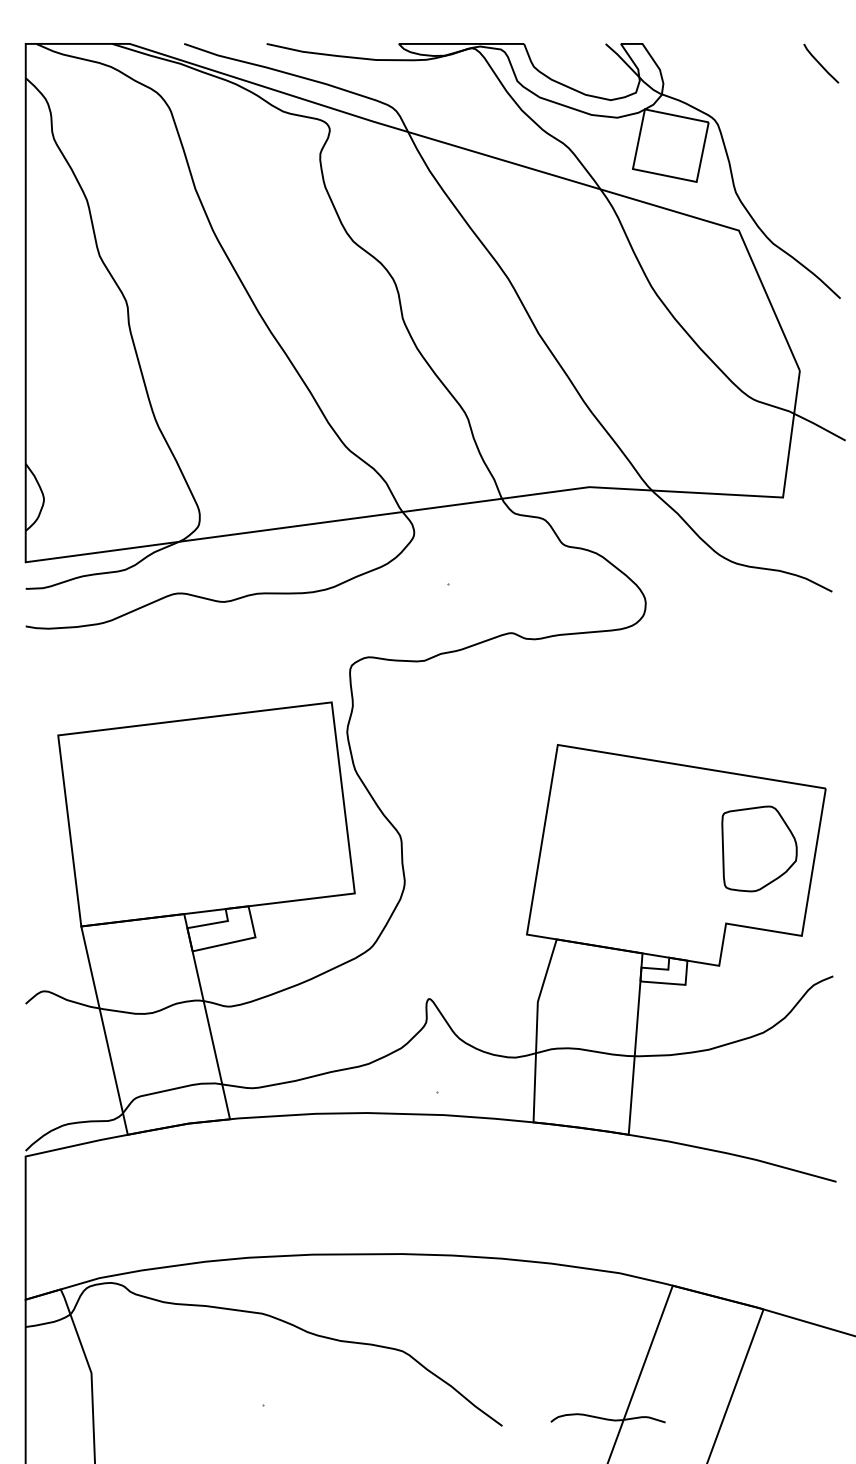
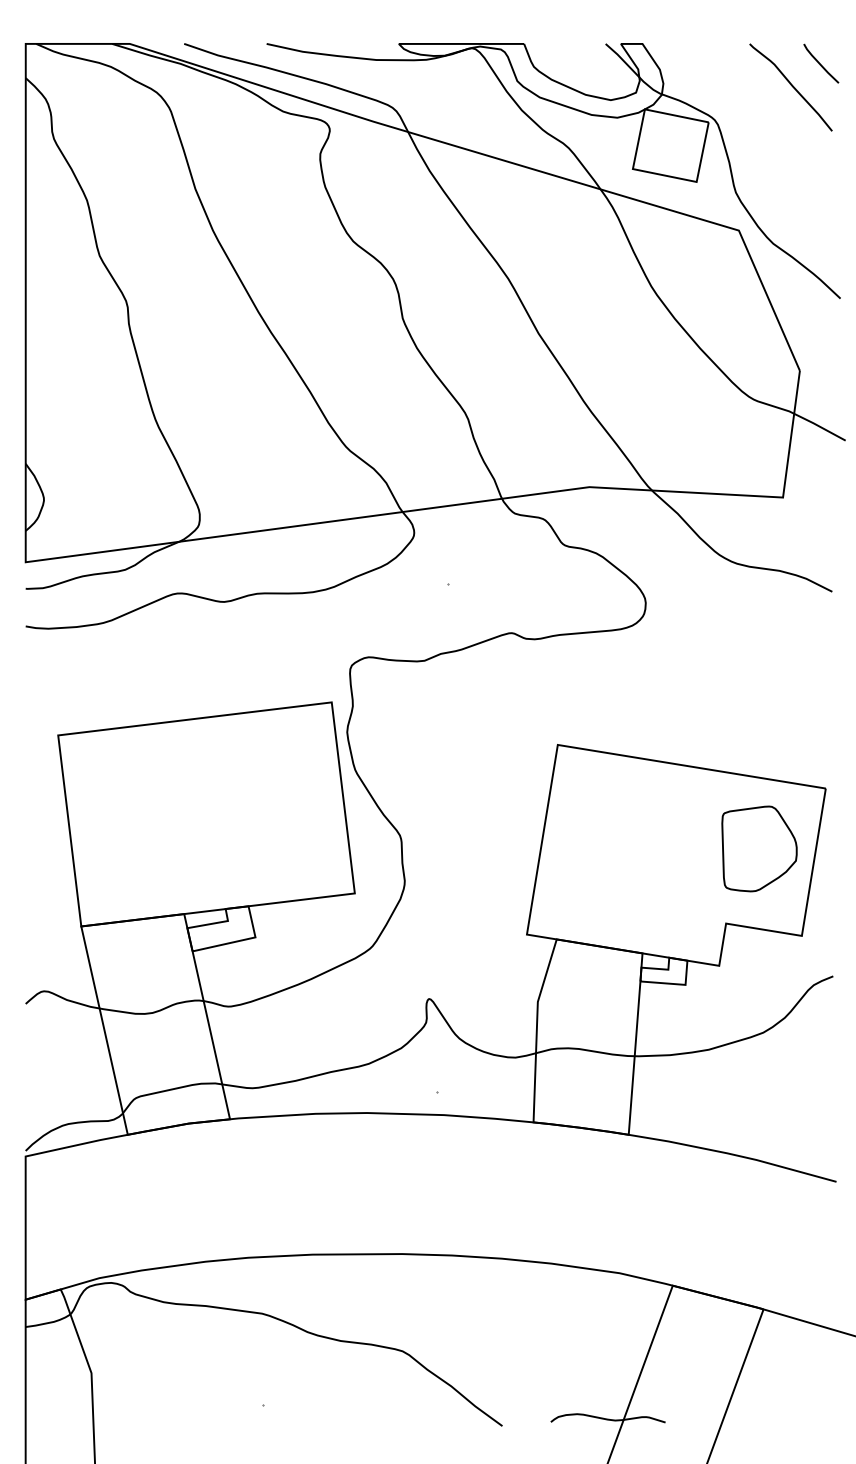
curve at (791, 86): none -> present
